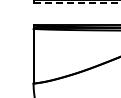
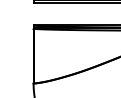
line at (77, 2): dashed -> solid
